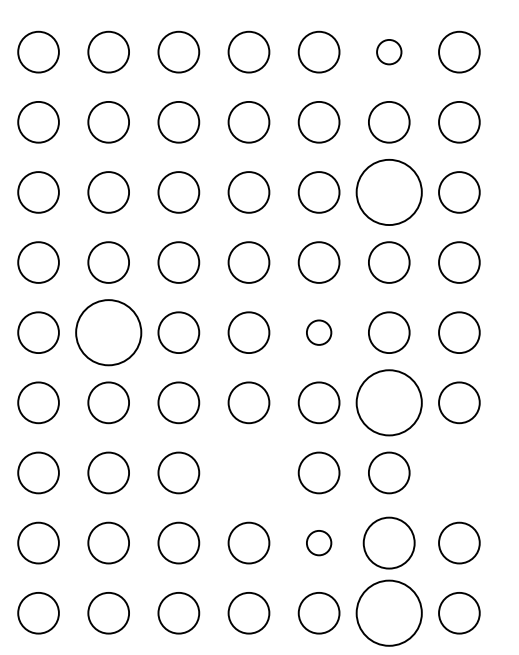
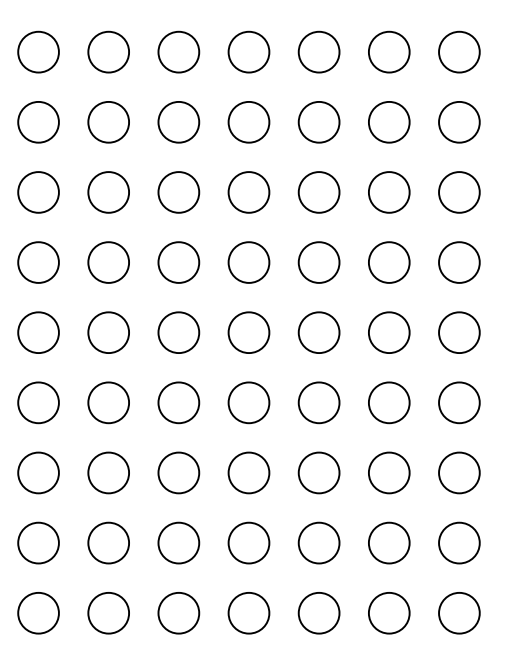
circle at (389, 51) diameter: 24 px -> 41 px
circle at (388, 192) diameter: 65 px -> 41 px
circle at (108, 332) diameter: 65 px -> 41 px
circle at (318, 332) diameter: 24 px -> 41 px
circle at (388, 402) diameter: 65 px -> 41 px
circle at (248, 472): none -> present
circle at (459, 472): none -> present
circle at (318, 542) diameter: 24 px -> 41 px
circle at (388, 542) size: 54x54 px -> 43x44 px
circle at (388, 612) diameter: 65 px -> 41 px
